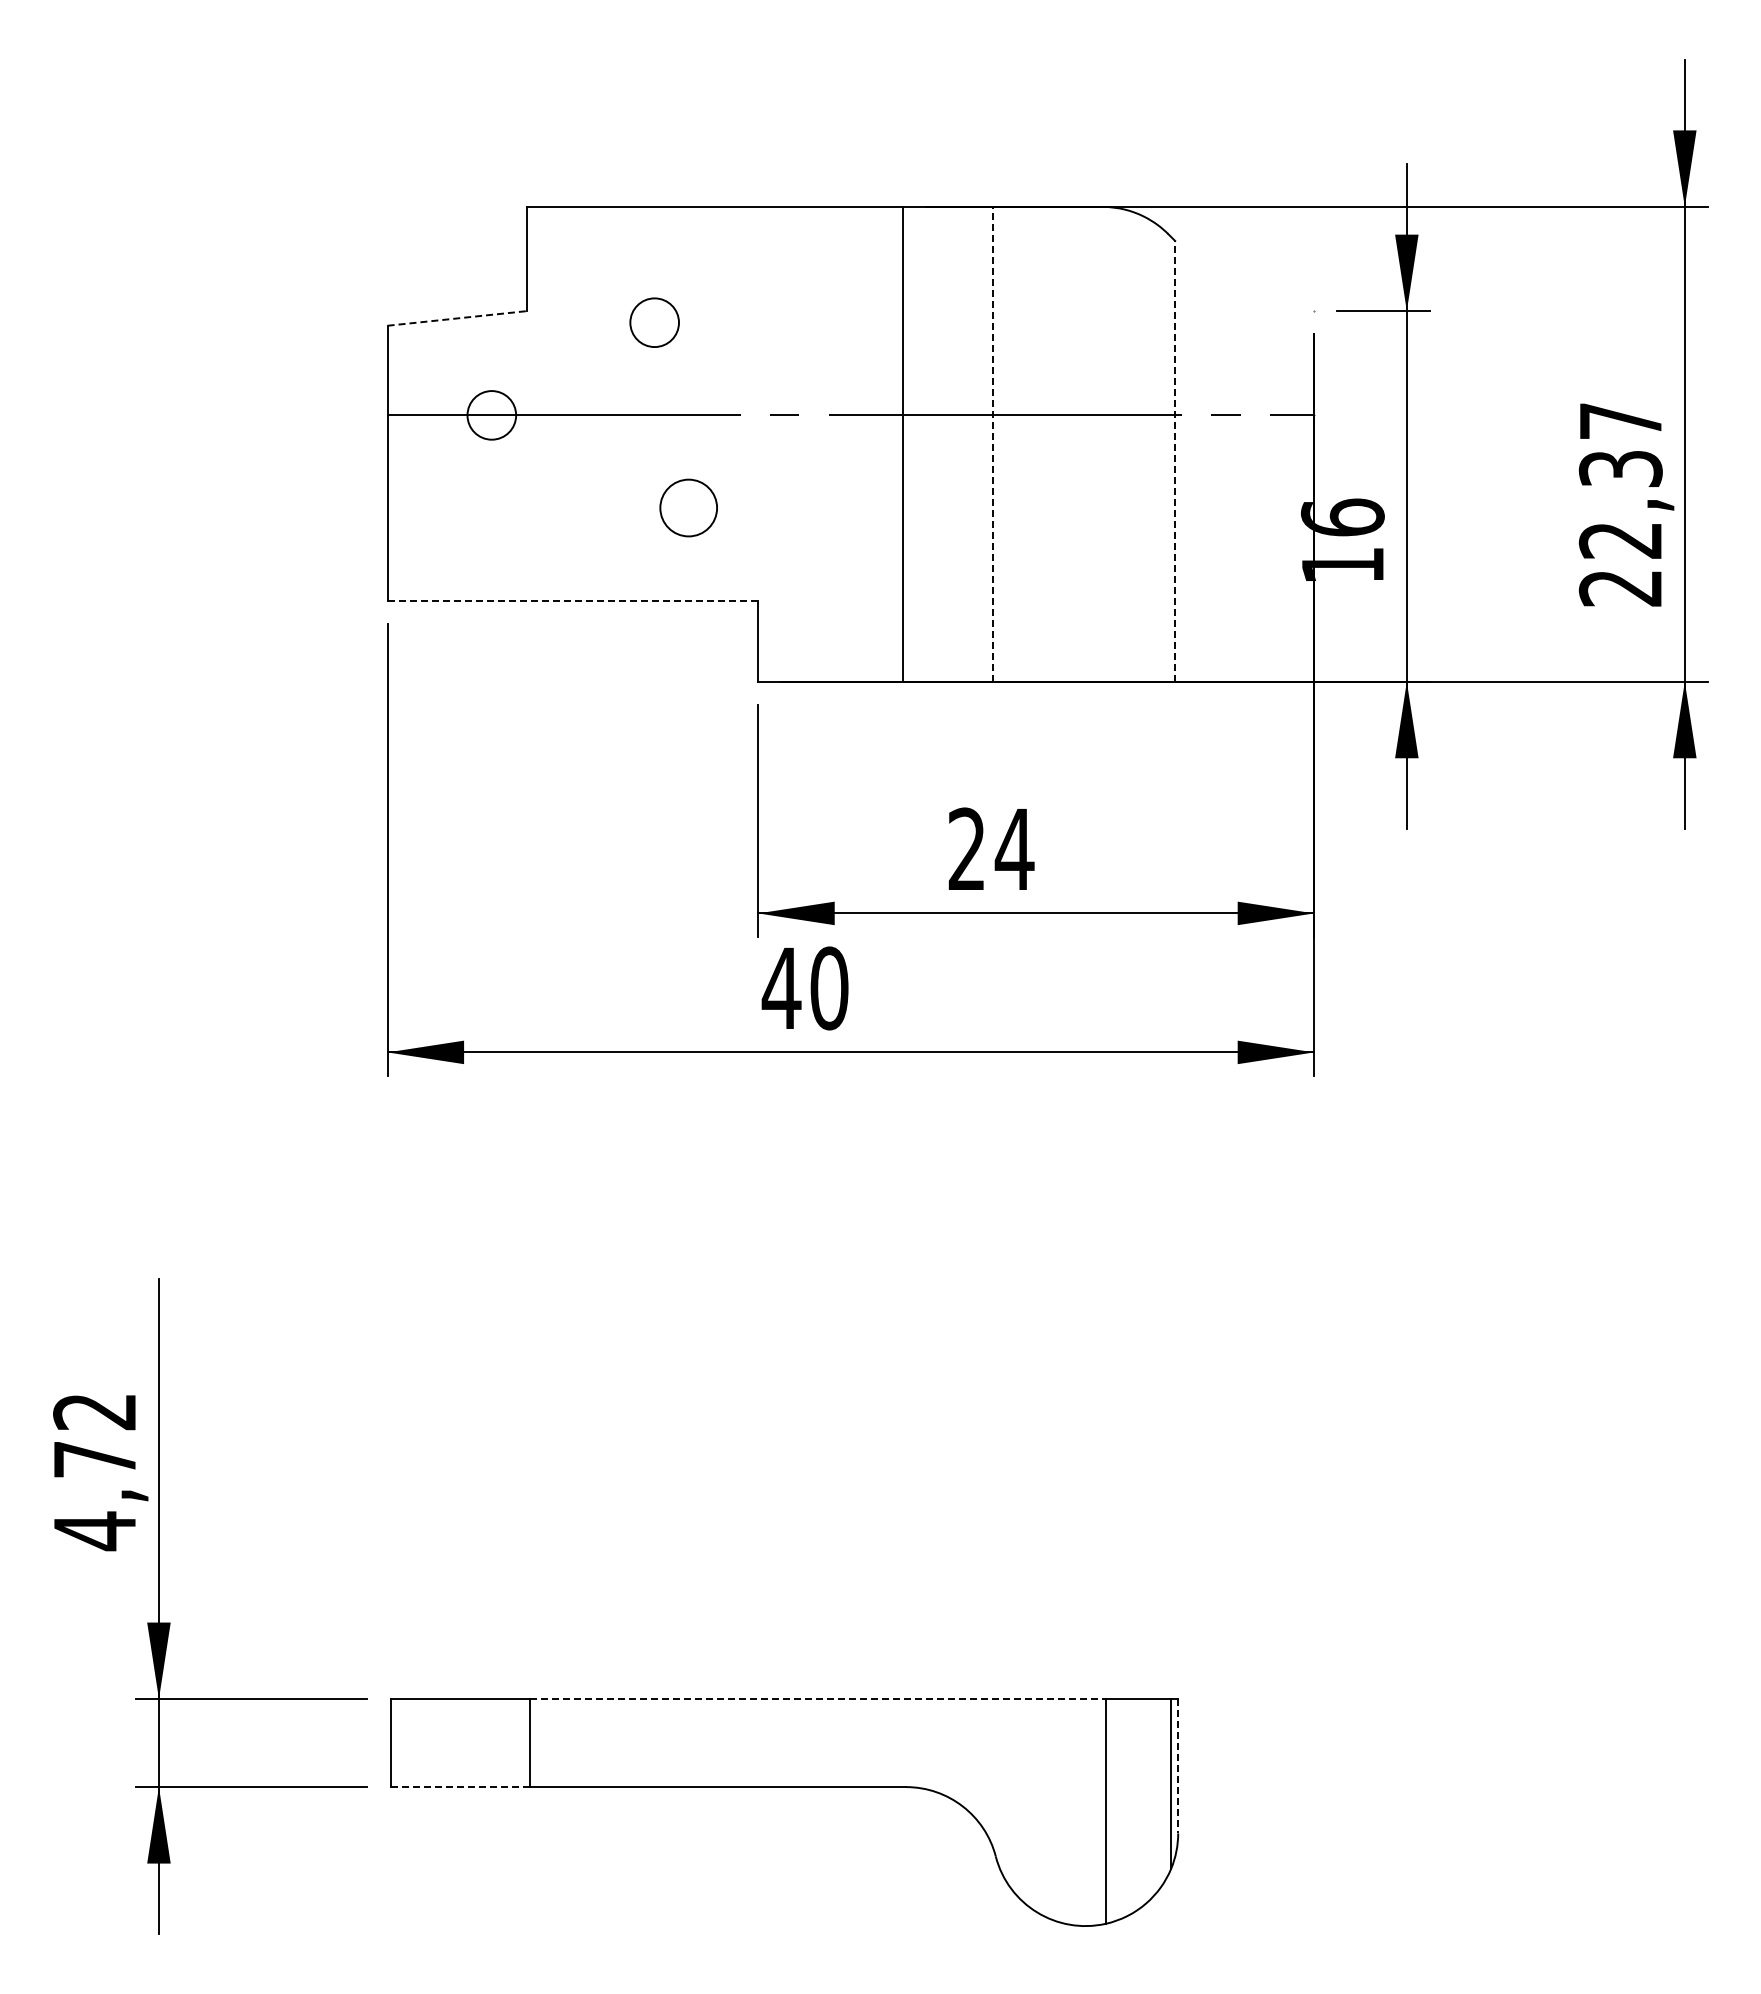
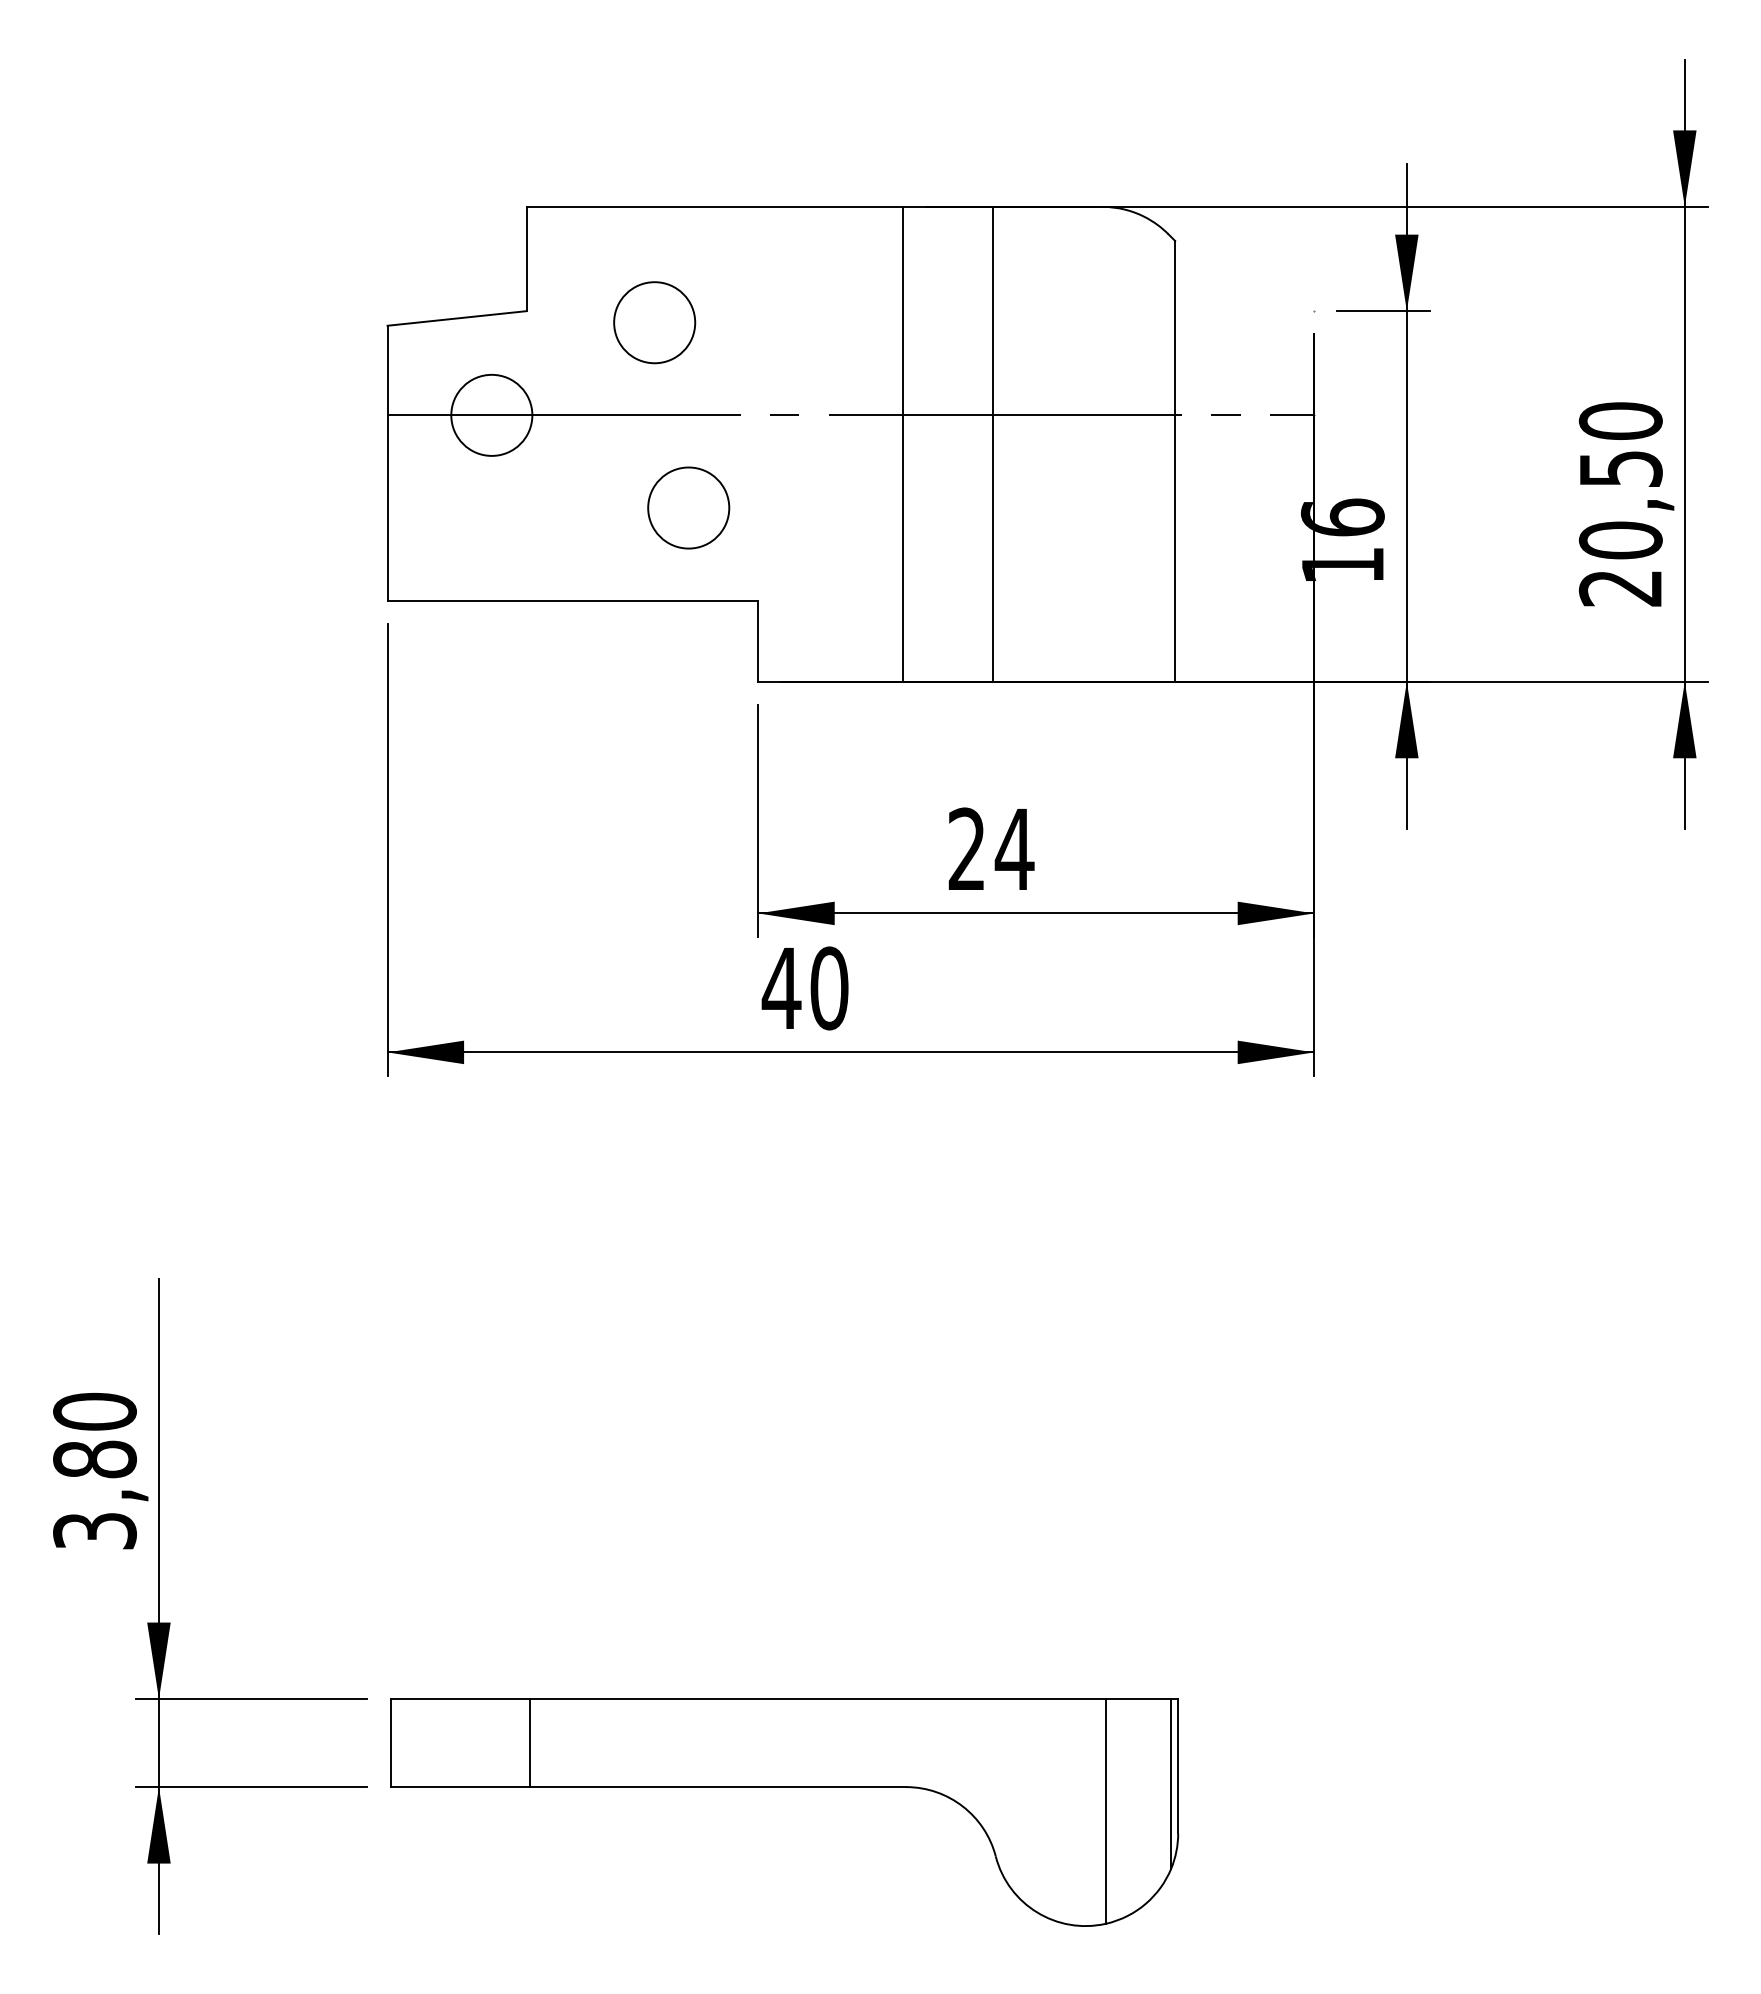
line at (457, 318): dashed -> solid
circle at (654, 322) diameter: 49 px -> 81 px
circle at (491, 415) diameter: 49 px -> 81 px
line at (992, 443): dashed -> solid
line at (1175, 460): dashed -> solid
text at (1620, 480): 22,37 -> 20,50
circle at (688, 507) diameter: 57 px -> 81 px
line at (572, 600): dashed -> solid
text at (94, 1471): 4,72 -> 3,80
line at (818, 1699): dashed -> solid
line at (1178, 1766): dashed -> solid
line at (460, 1787): dashed -> solid
